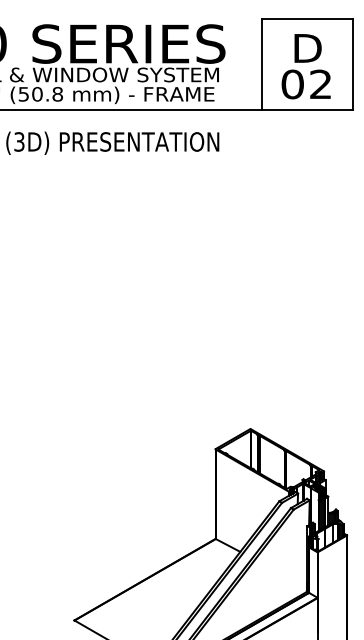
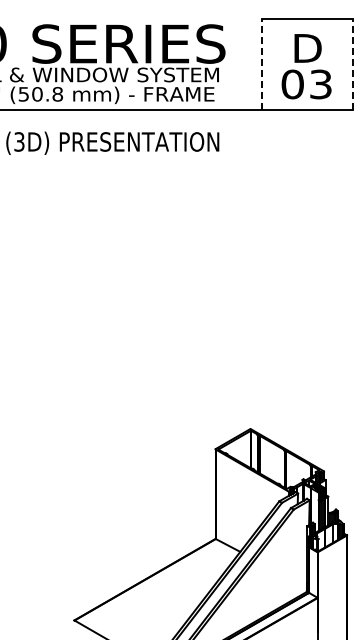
line at (261, 64): solid -> dashed
line at (353, 64): solid -> dashed
text at (320, 84): 02 -> 03
